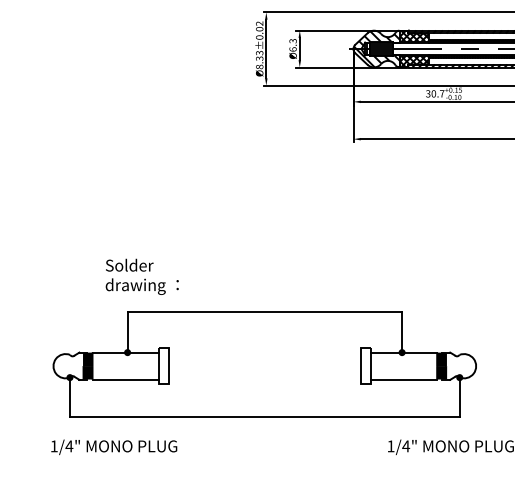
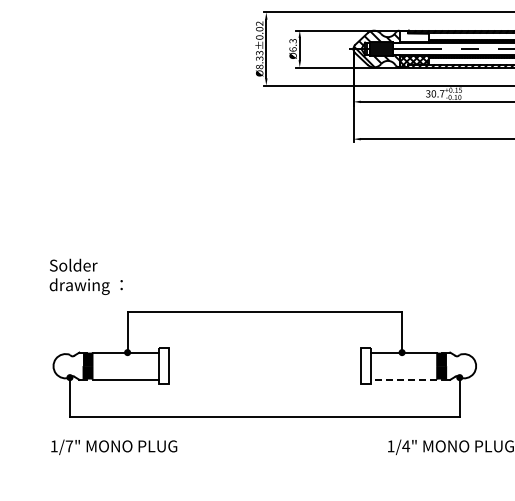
hatch at (414, 36): present -> none
text at (141, 276) position: (141, 276) -> (85, 276)
line at (403, 379): solid -> dashed
text at (69, 446): 1/4" -> 1/7"
